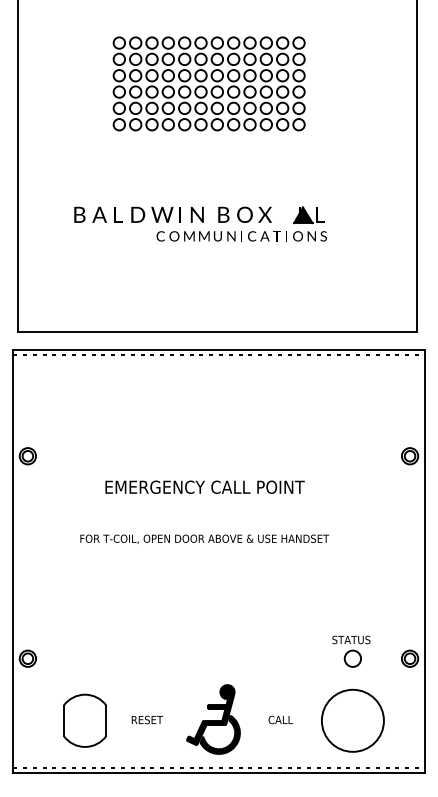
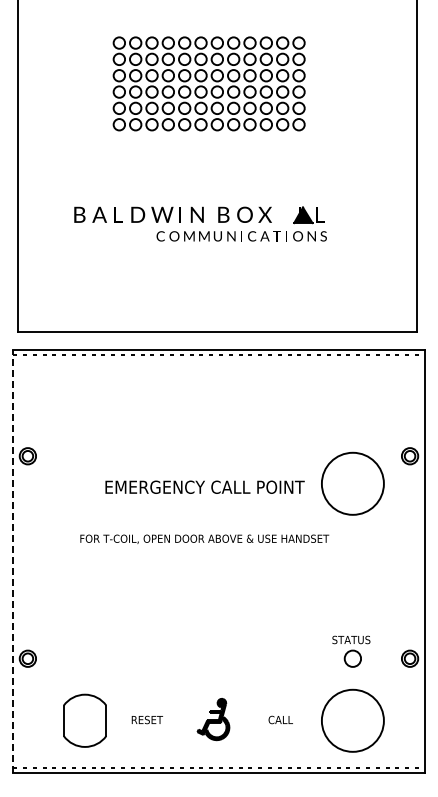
circle at (352, 483): none -> present
line at (13, 561): solid -> dashed
part at (213, 719) size: 55x71 px -> 35x44 px
